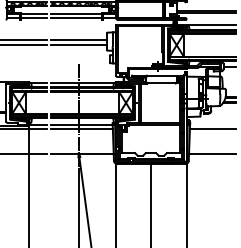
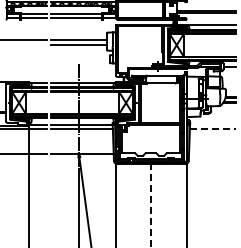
line at (24, 44): present -> none
line at (213, 128): solid -> dashed
line at (212, 153): present -> none
line at (151, 205): solid -> dashed
